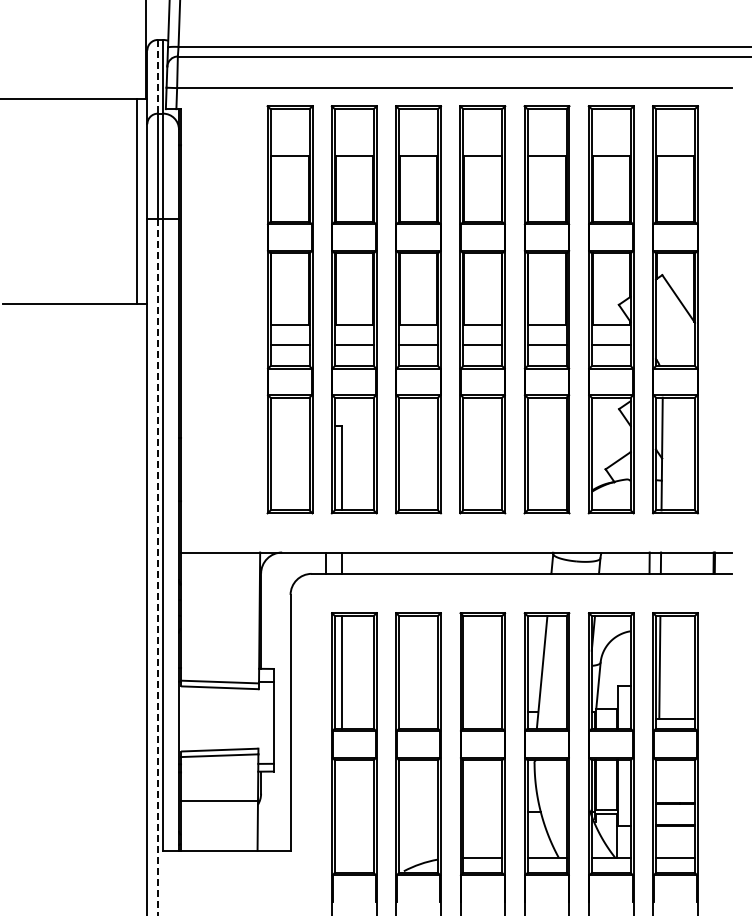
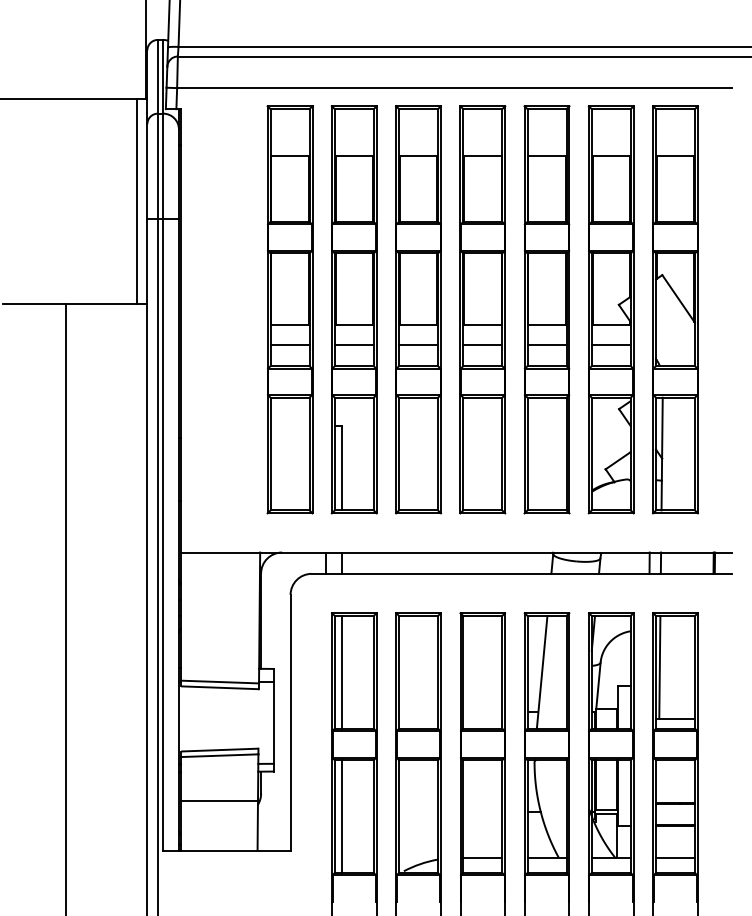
line at (157, 76): dashed -> solid
line at (157, 567): dashed -> solid
line at (65, 608): none -> present
line at (342, 816): none -> present
